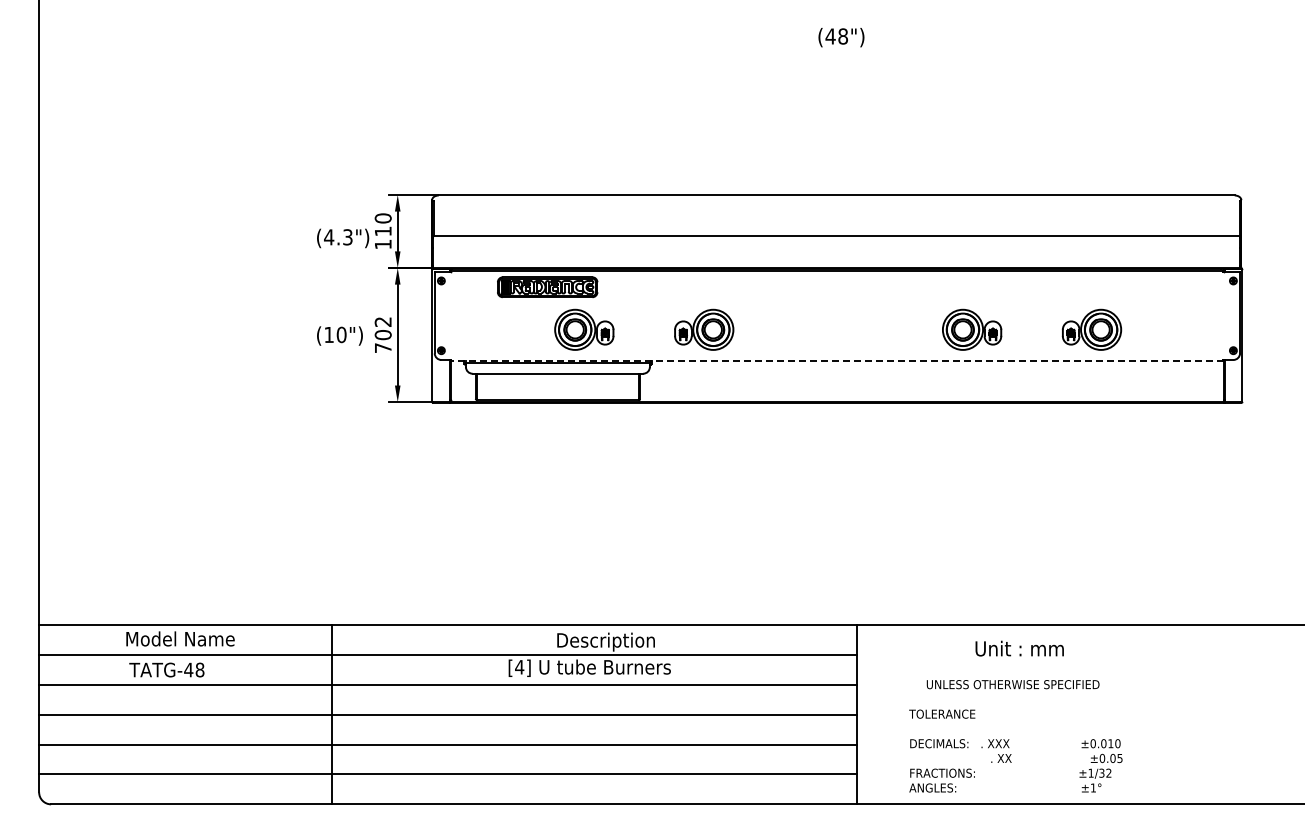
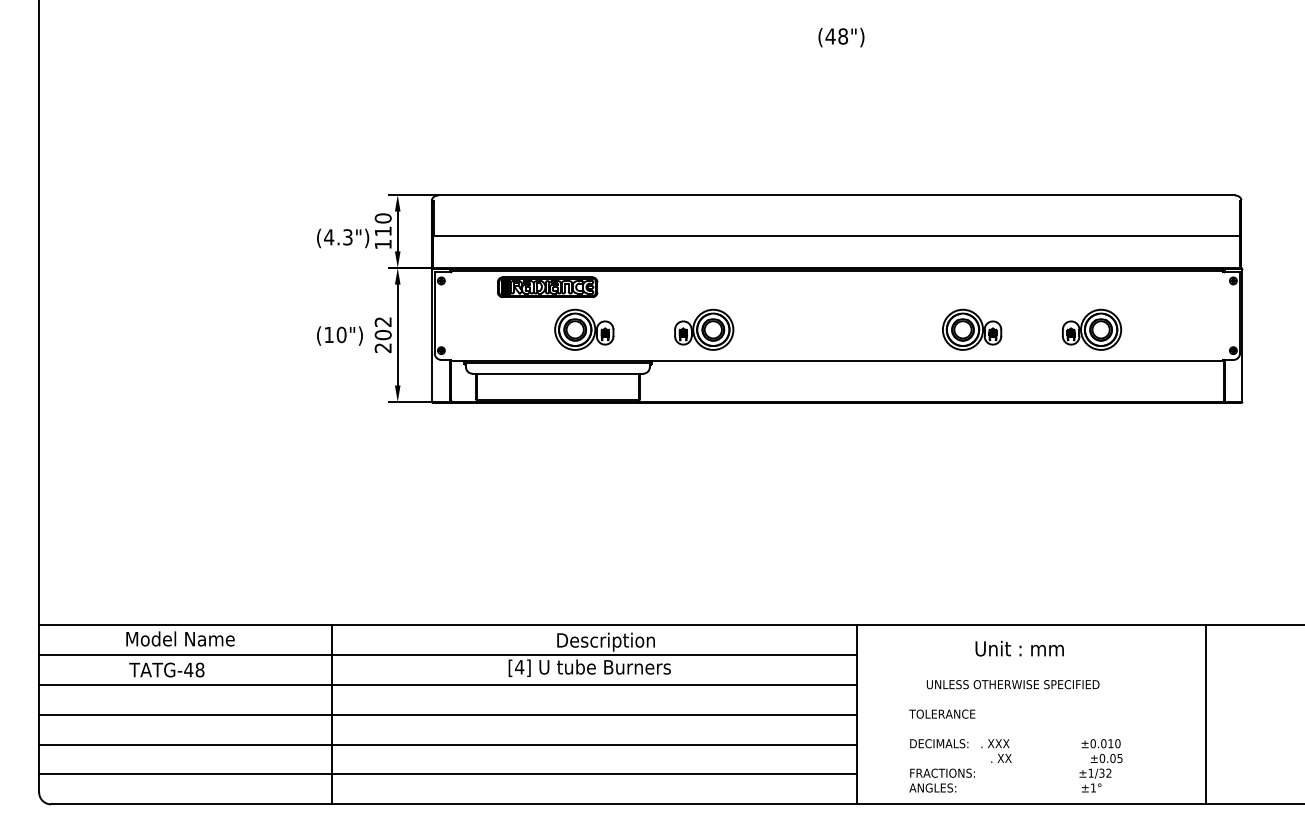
text at (382, 348): 702 -> 202
line at (837, 361): dashed -> solid
line at (1206, 714): none -> present
